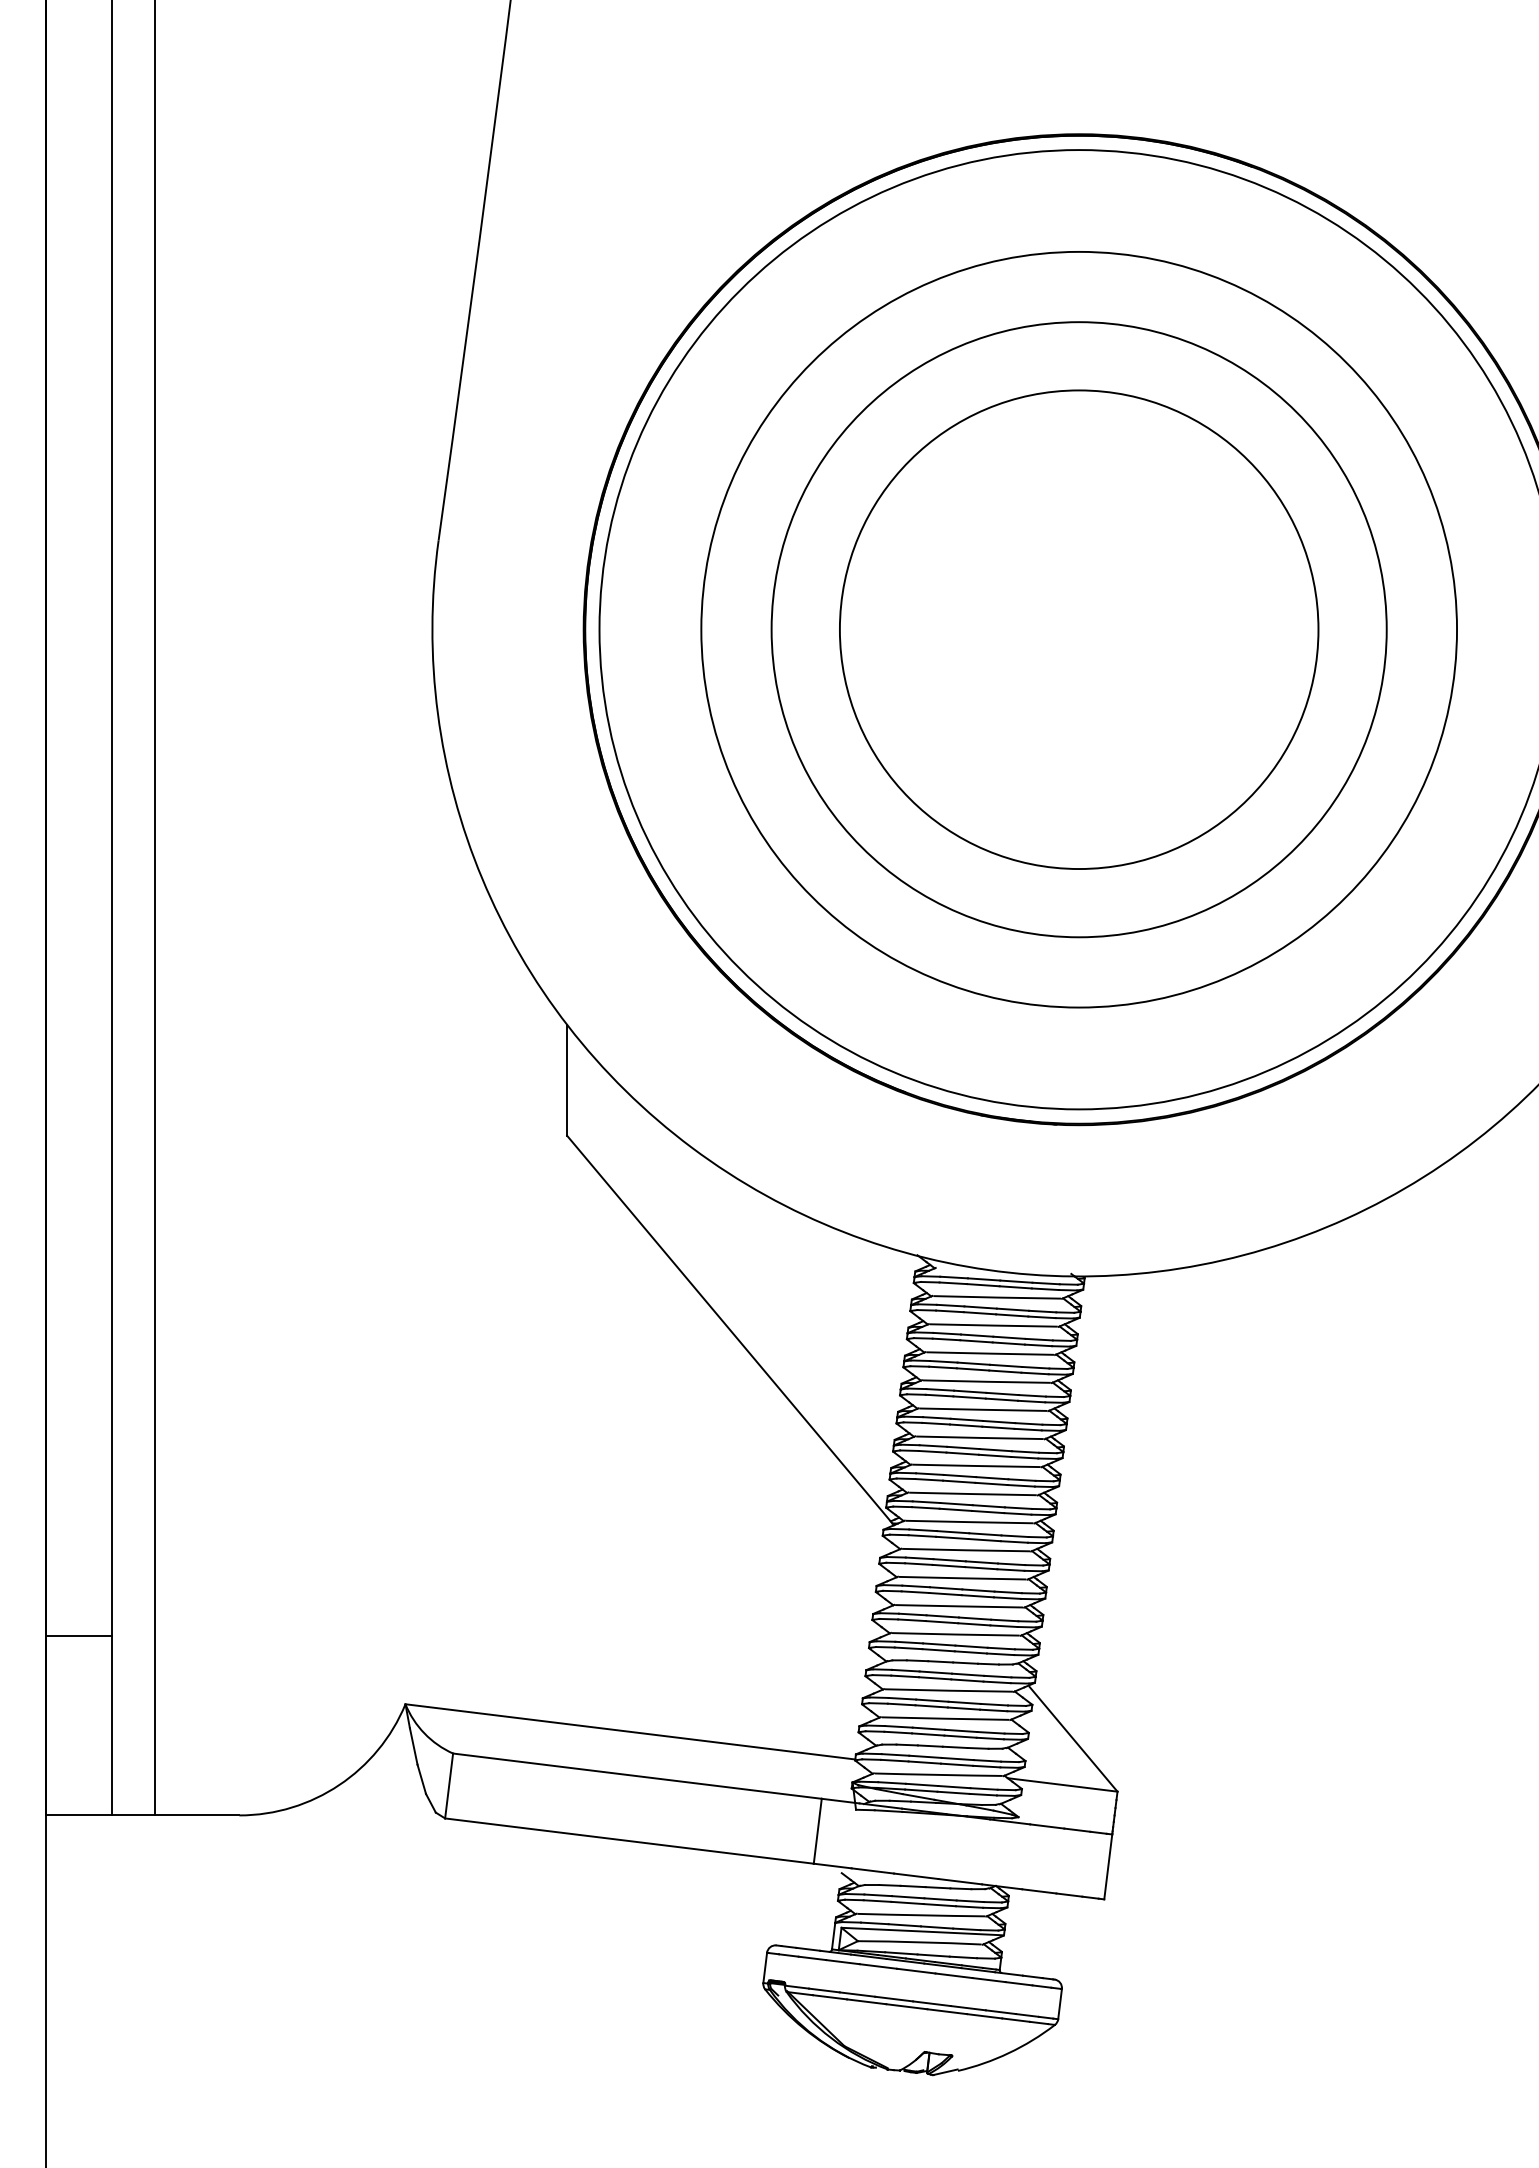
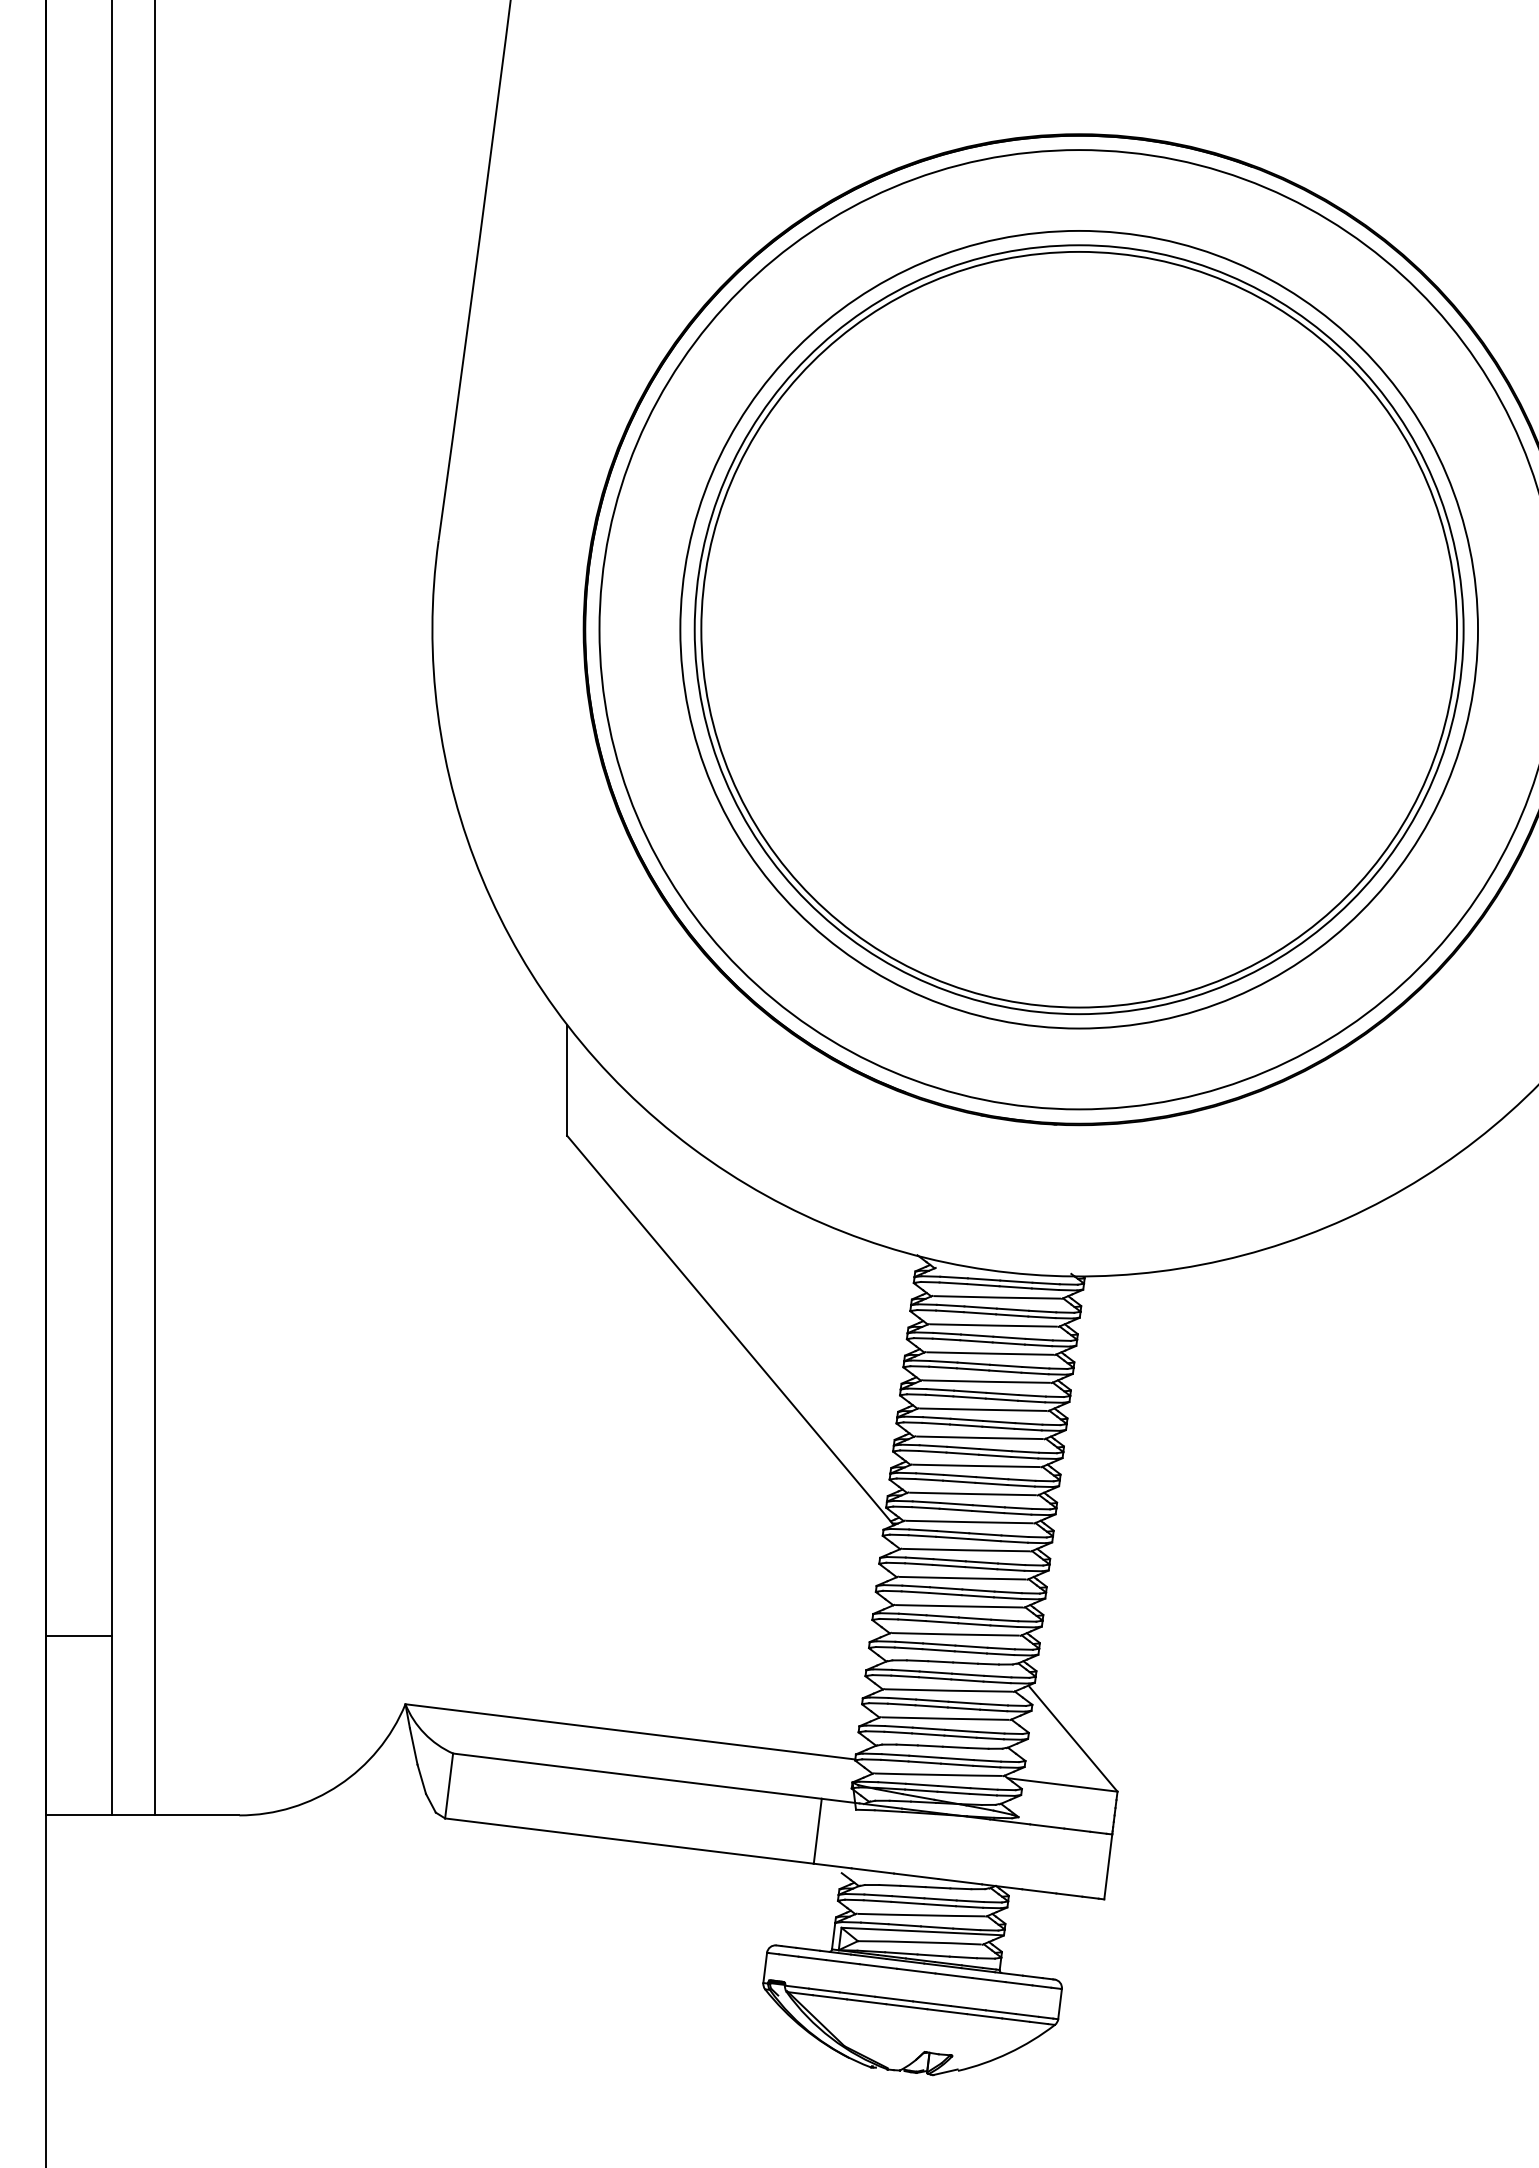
circle at (1078, 629) diameter: 479 px -> 798 px
circle at (1078, 629) diameter: 615 px -> 769 px
